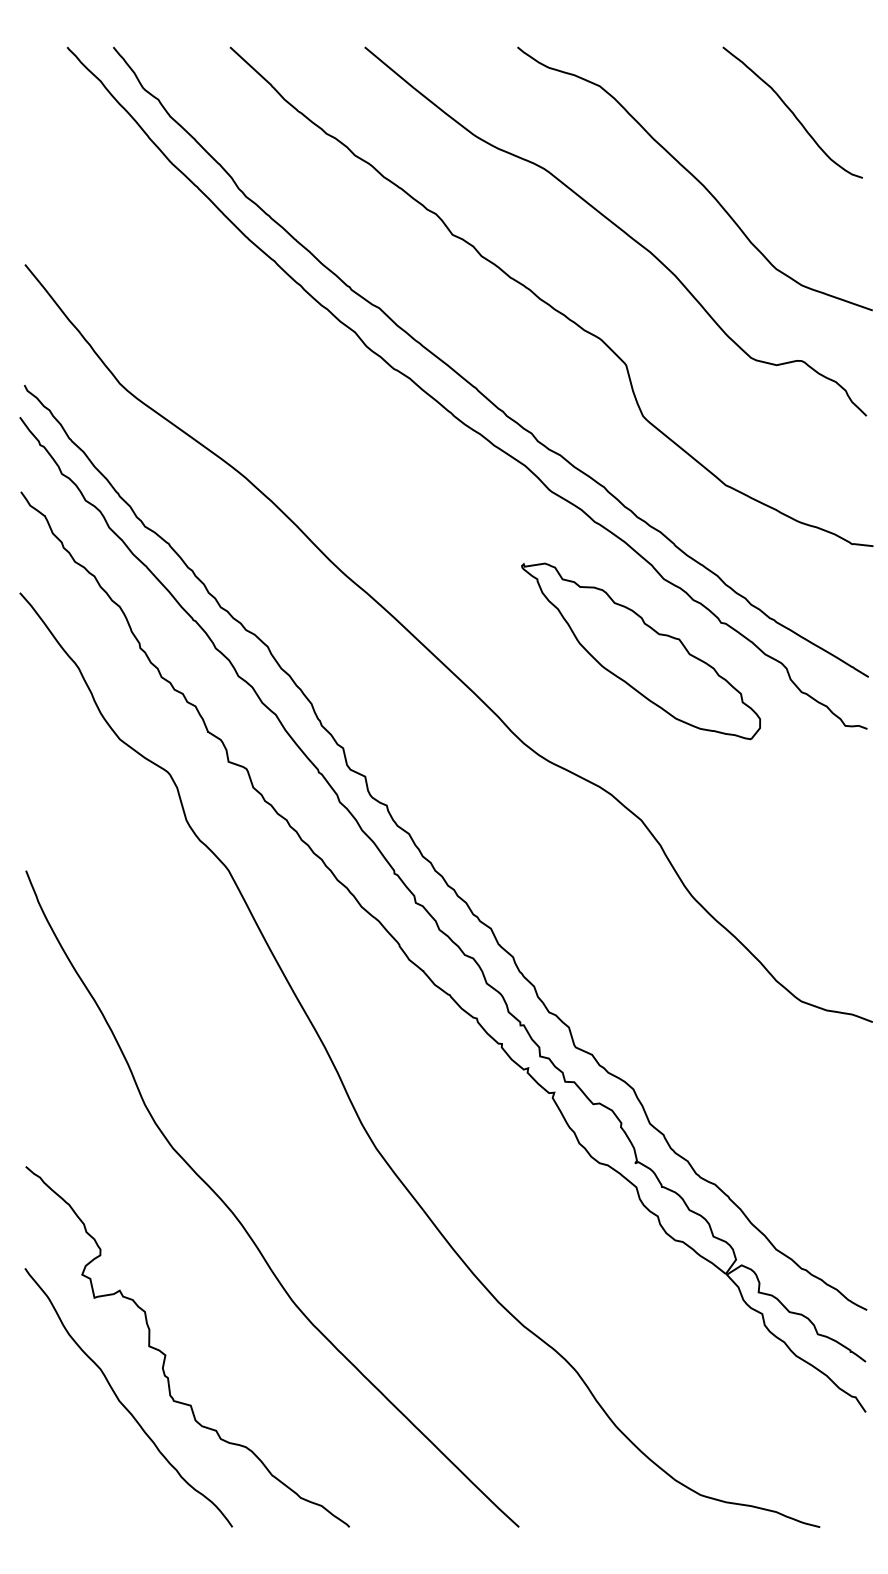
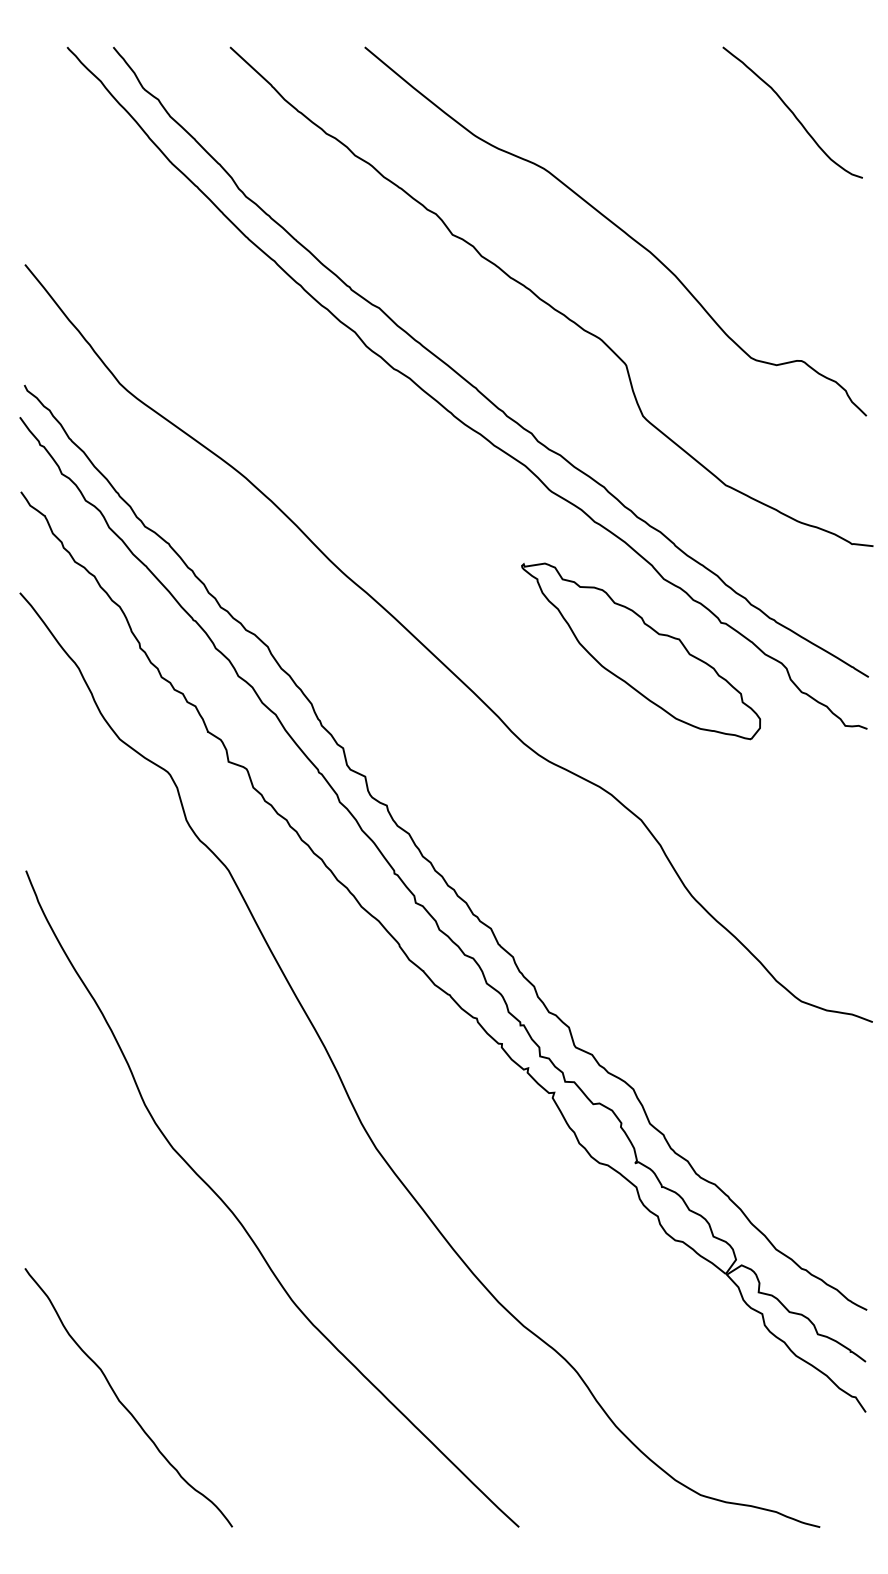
curve at (694, 178): present -> none
curve at (166, 1354): present -> none
